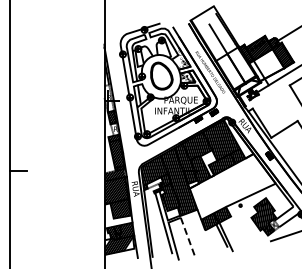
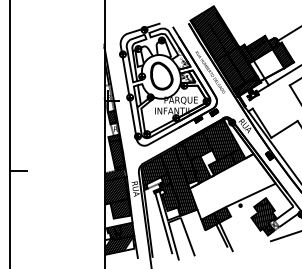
hatch at (226, 51): none -> present
line at (187, 237): dashed -> solid
